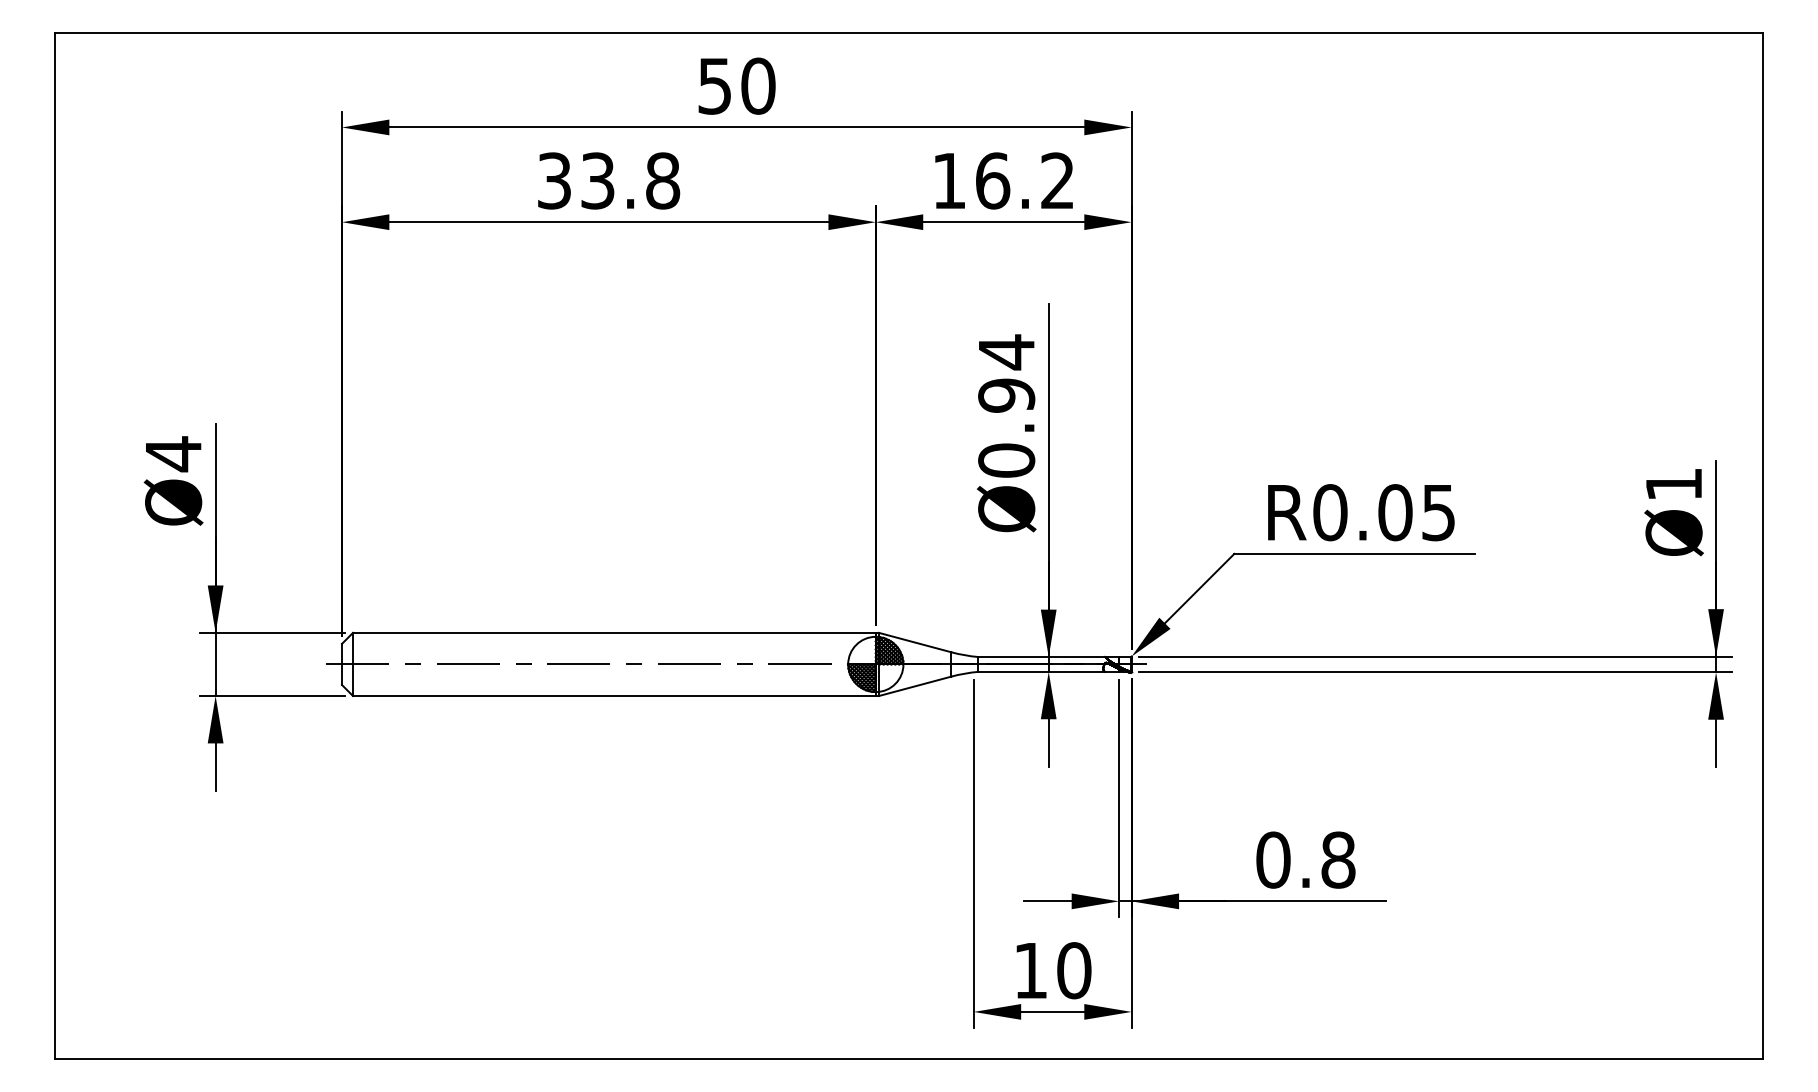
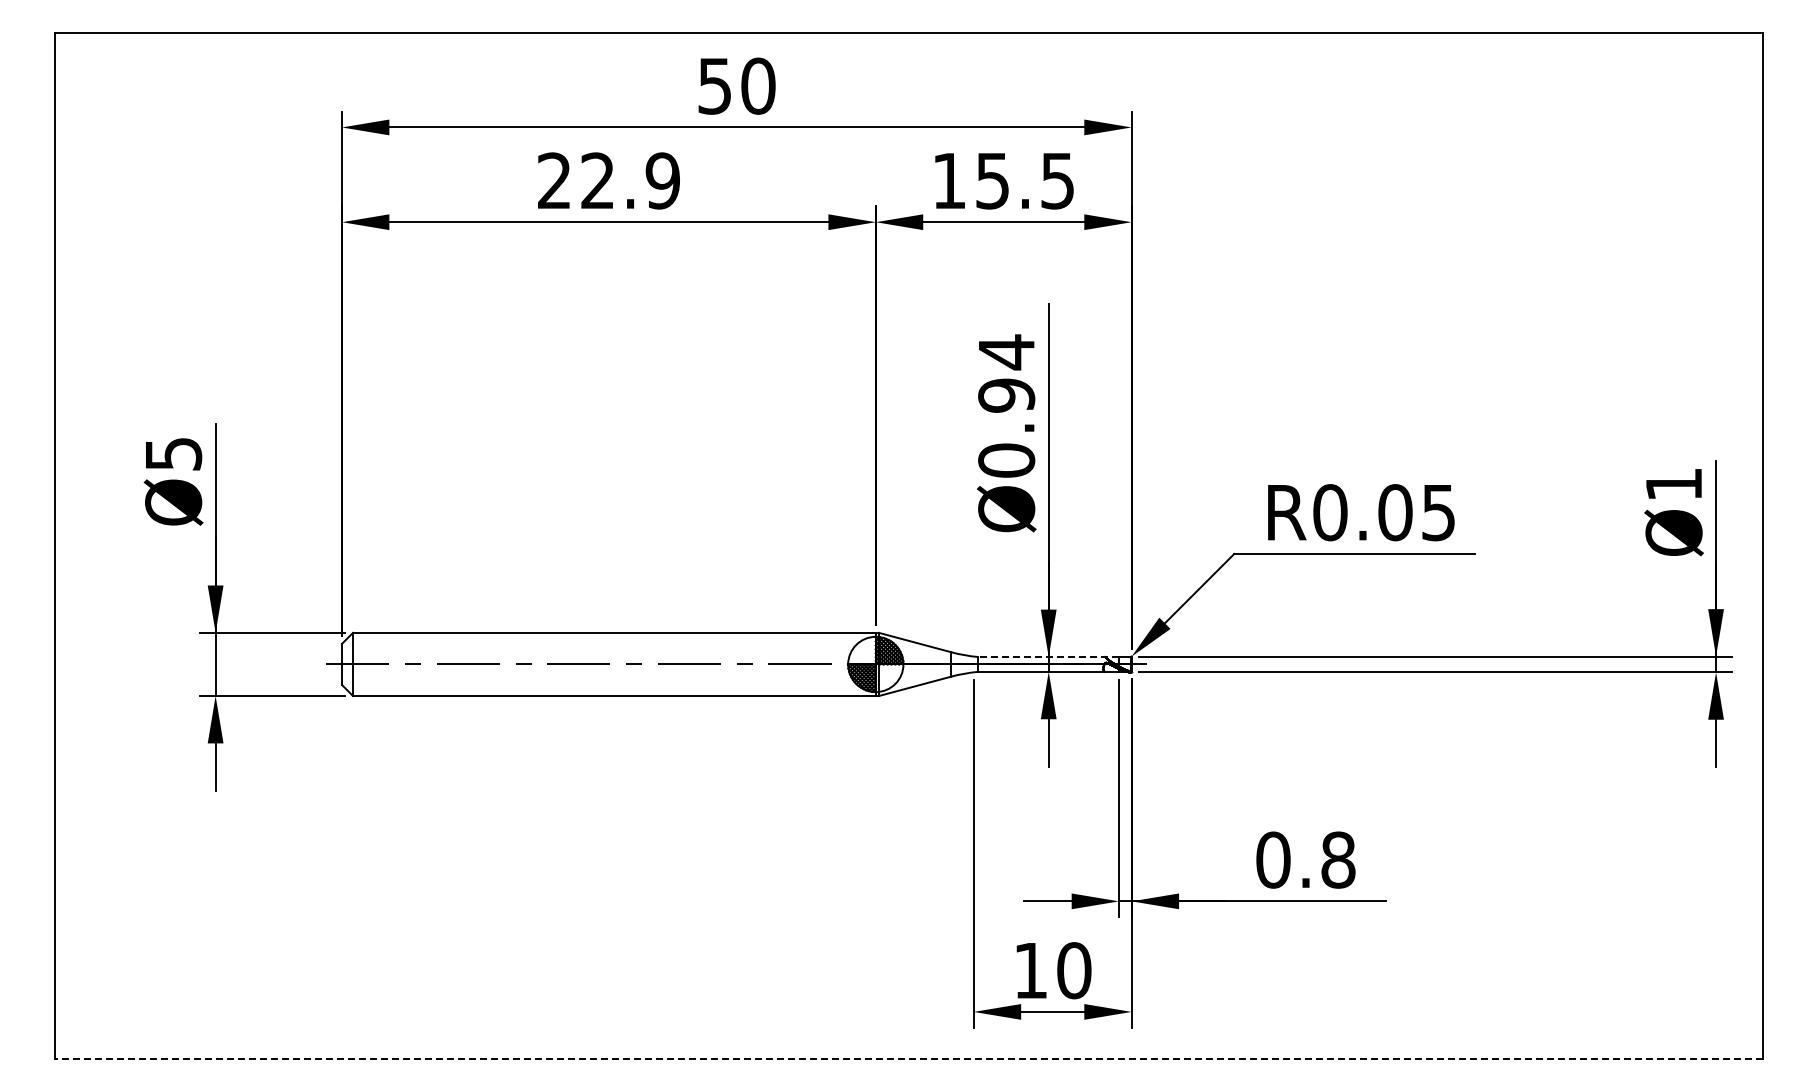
text at (609, 180): 33.8 -> 22.9
text at (1024, 180): 16.2 -> 15.5
text at (174, 454): Ø4 -> Ø5
line at (1048, 657): solid -> dashed
line at (908, 1059): solid -> dashed
